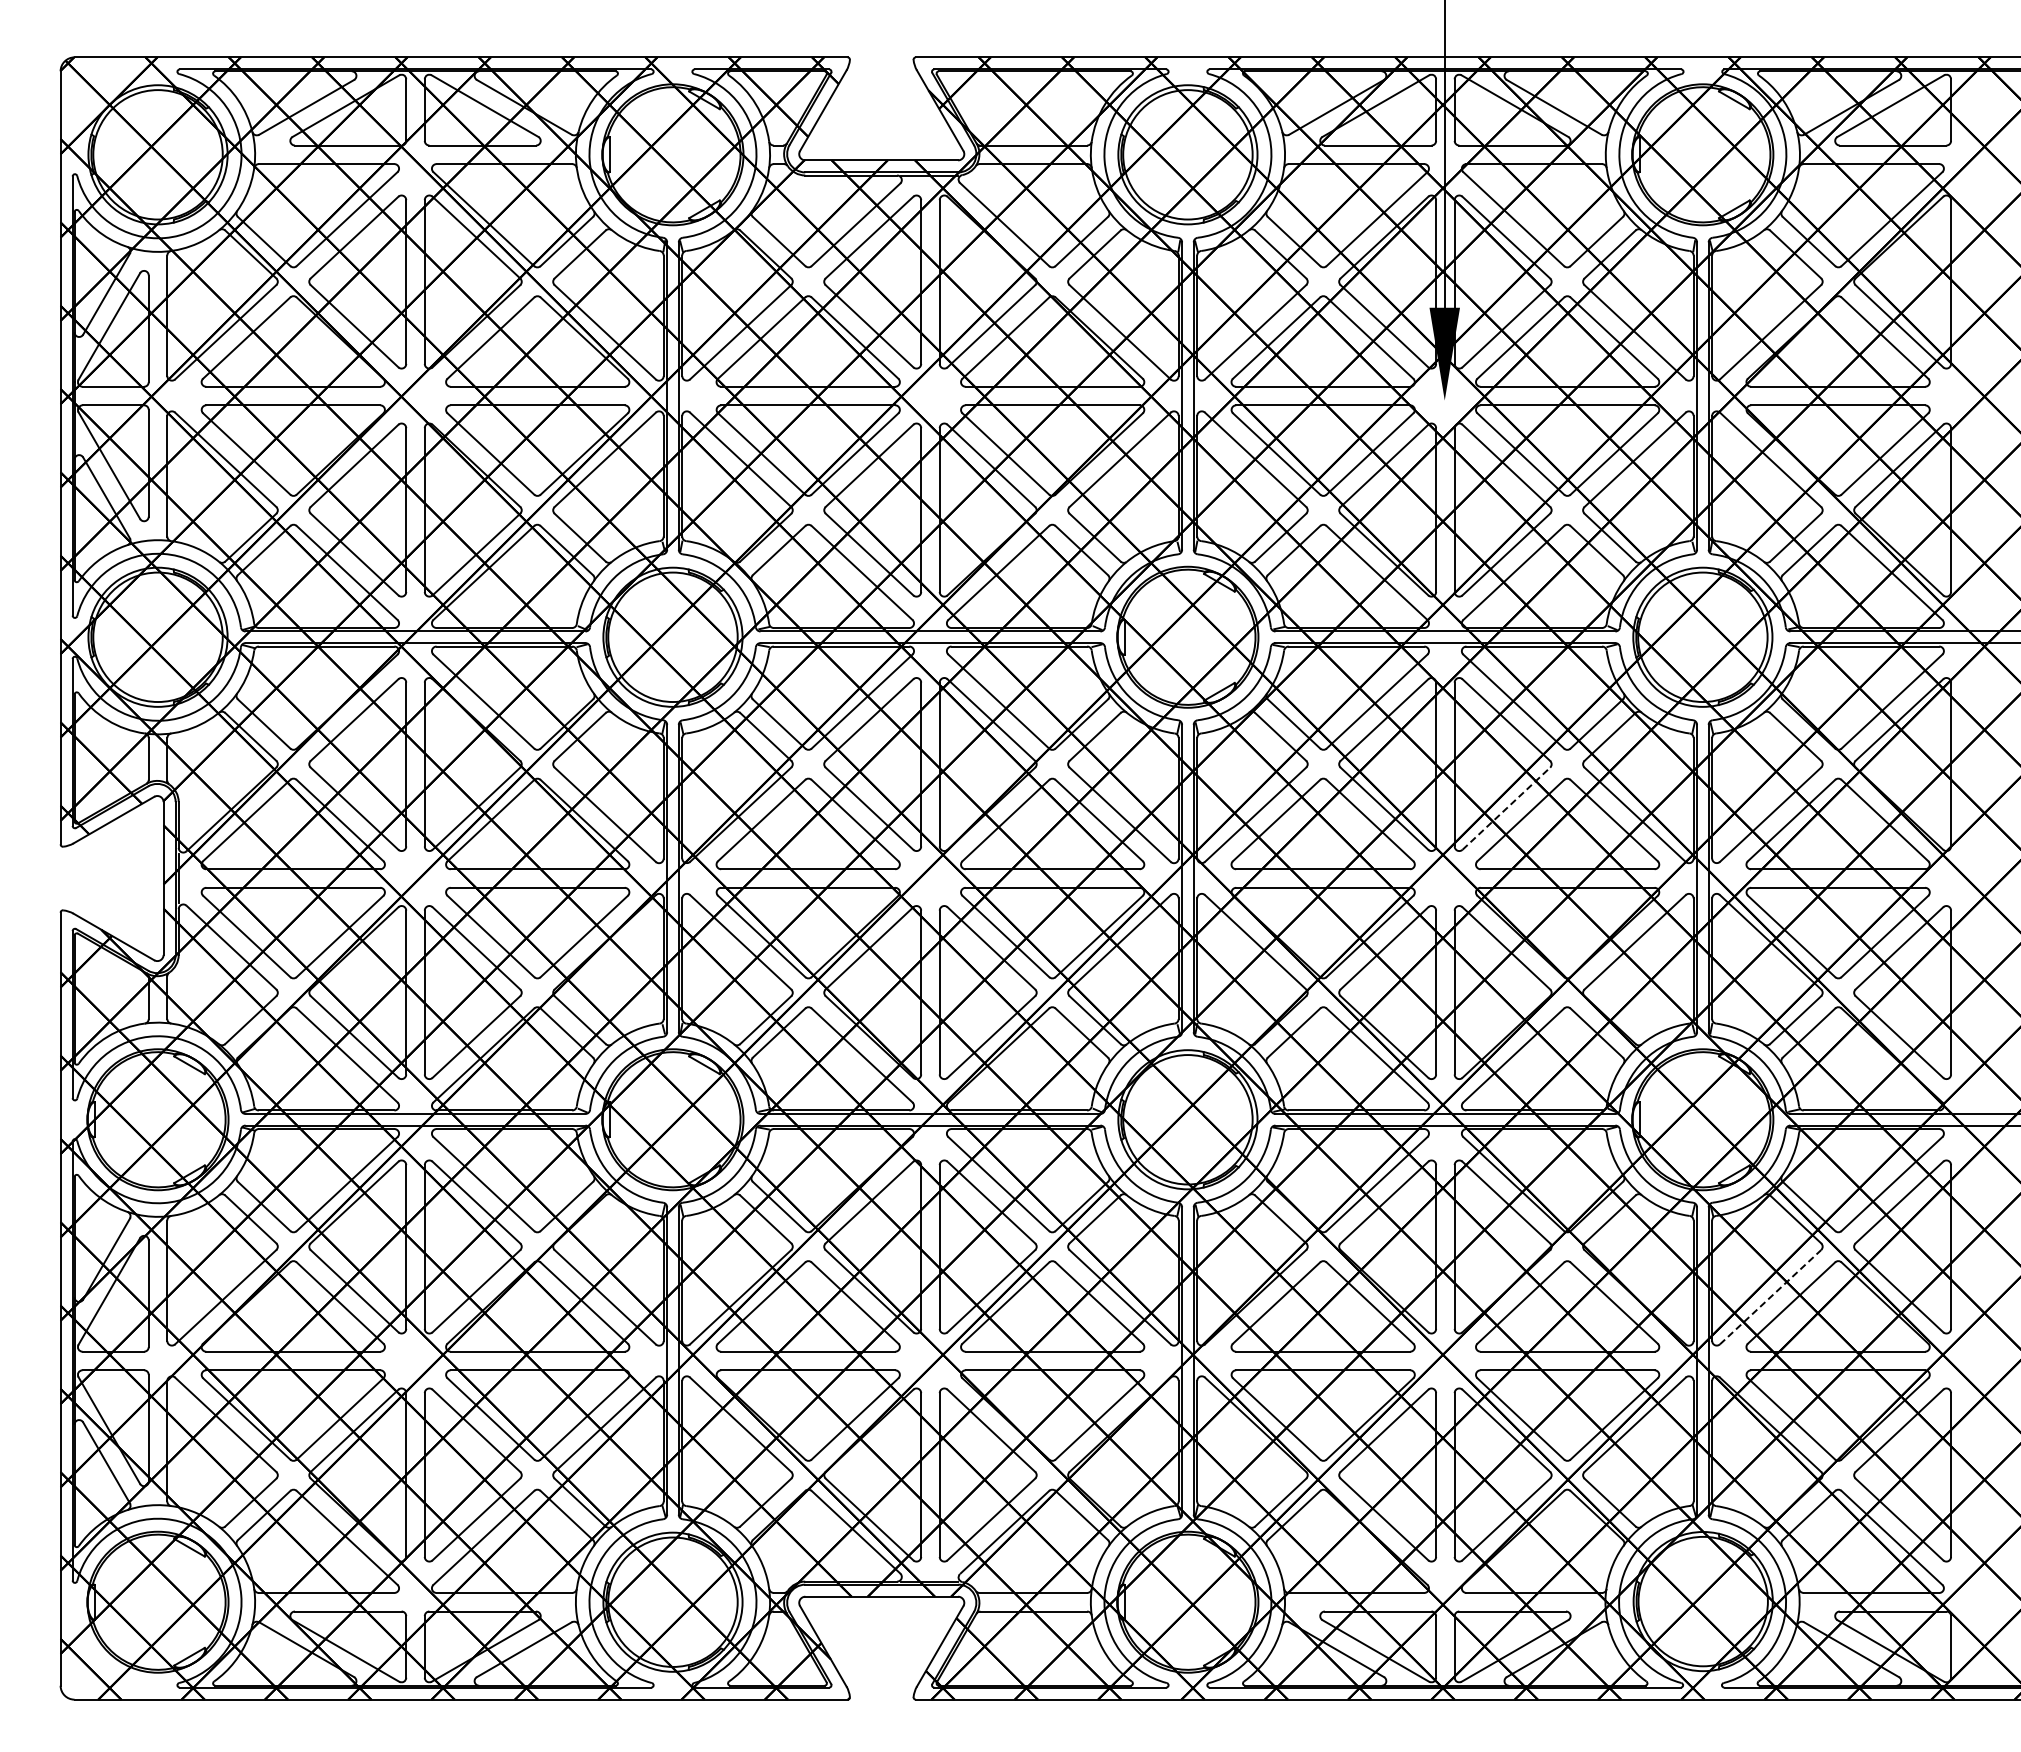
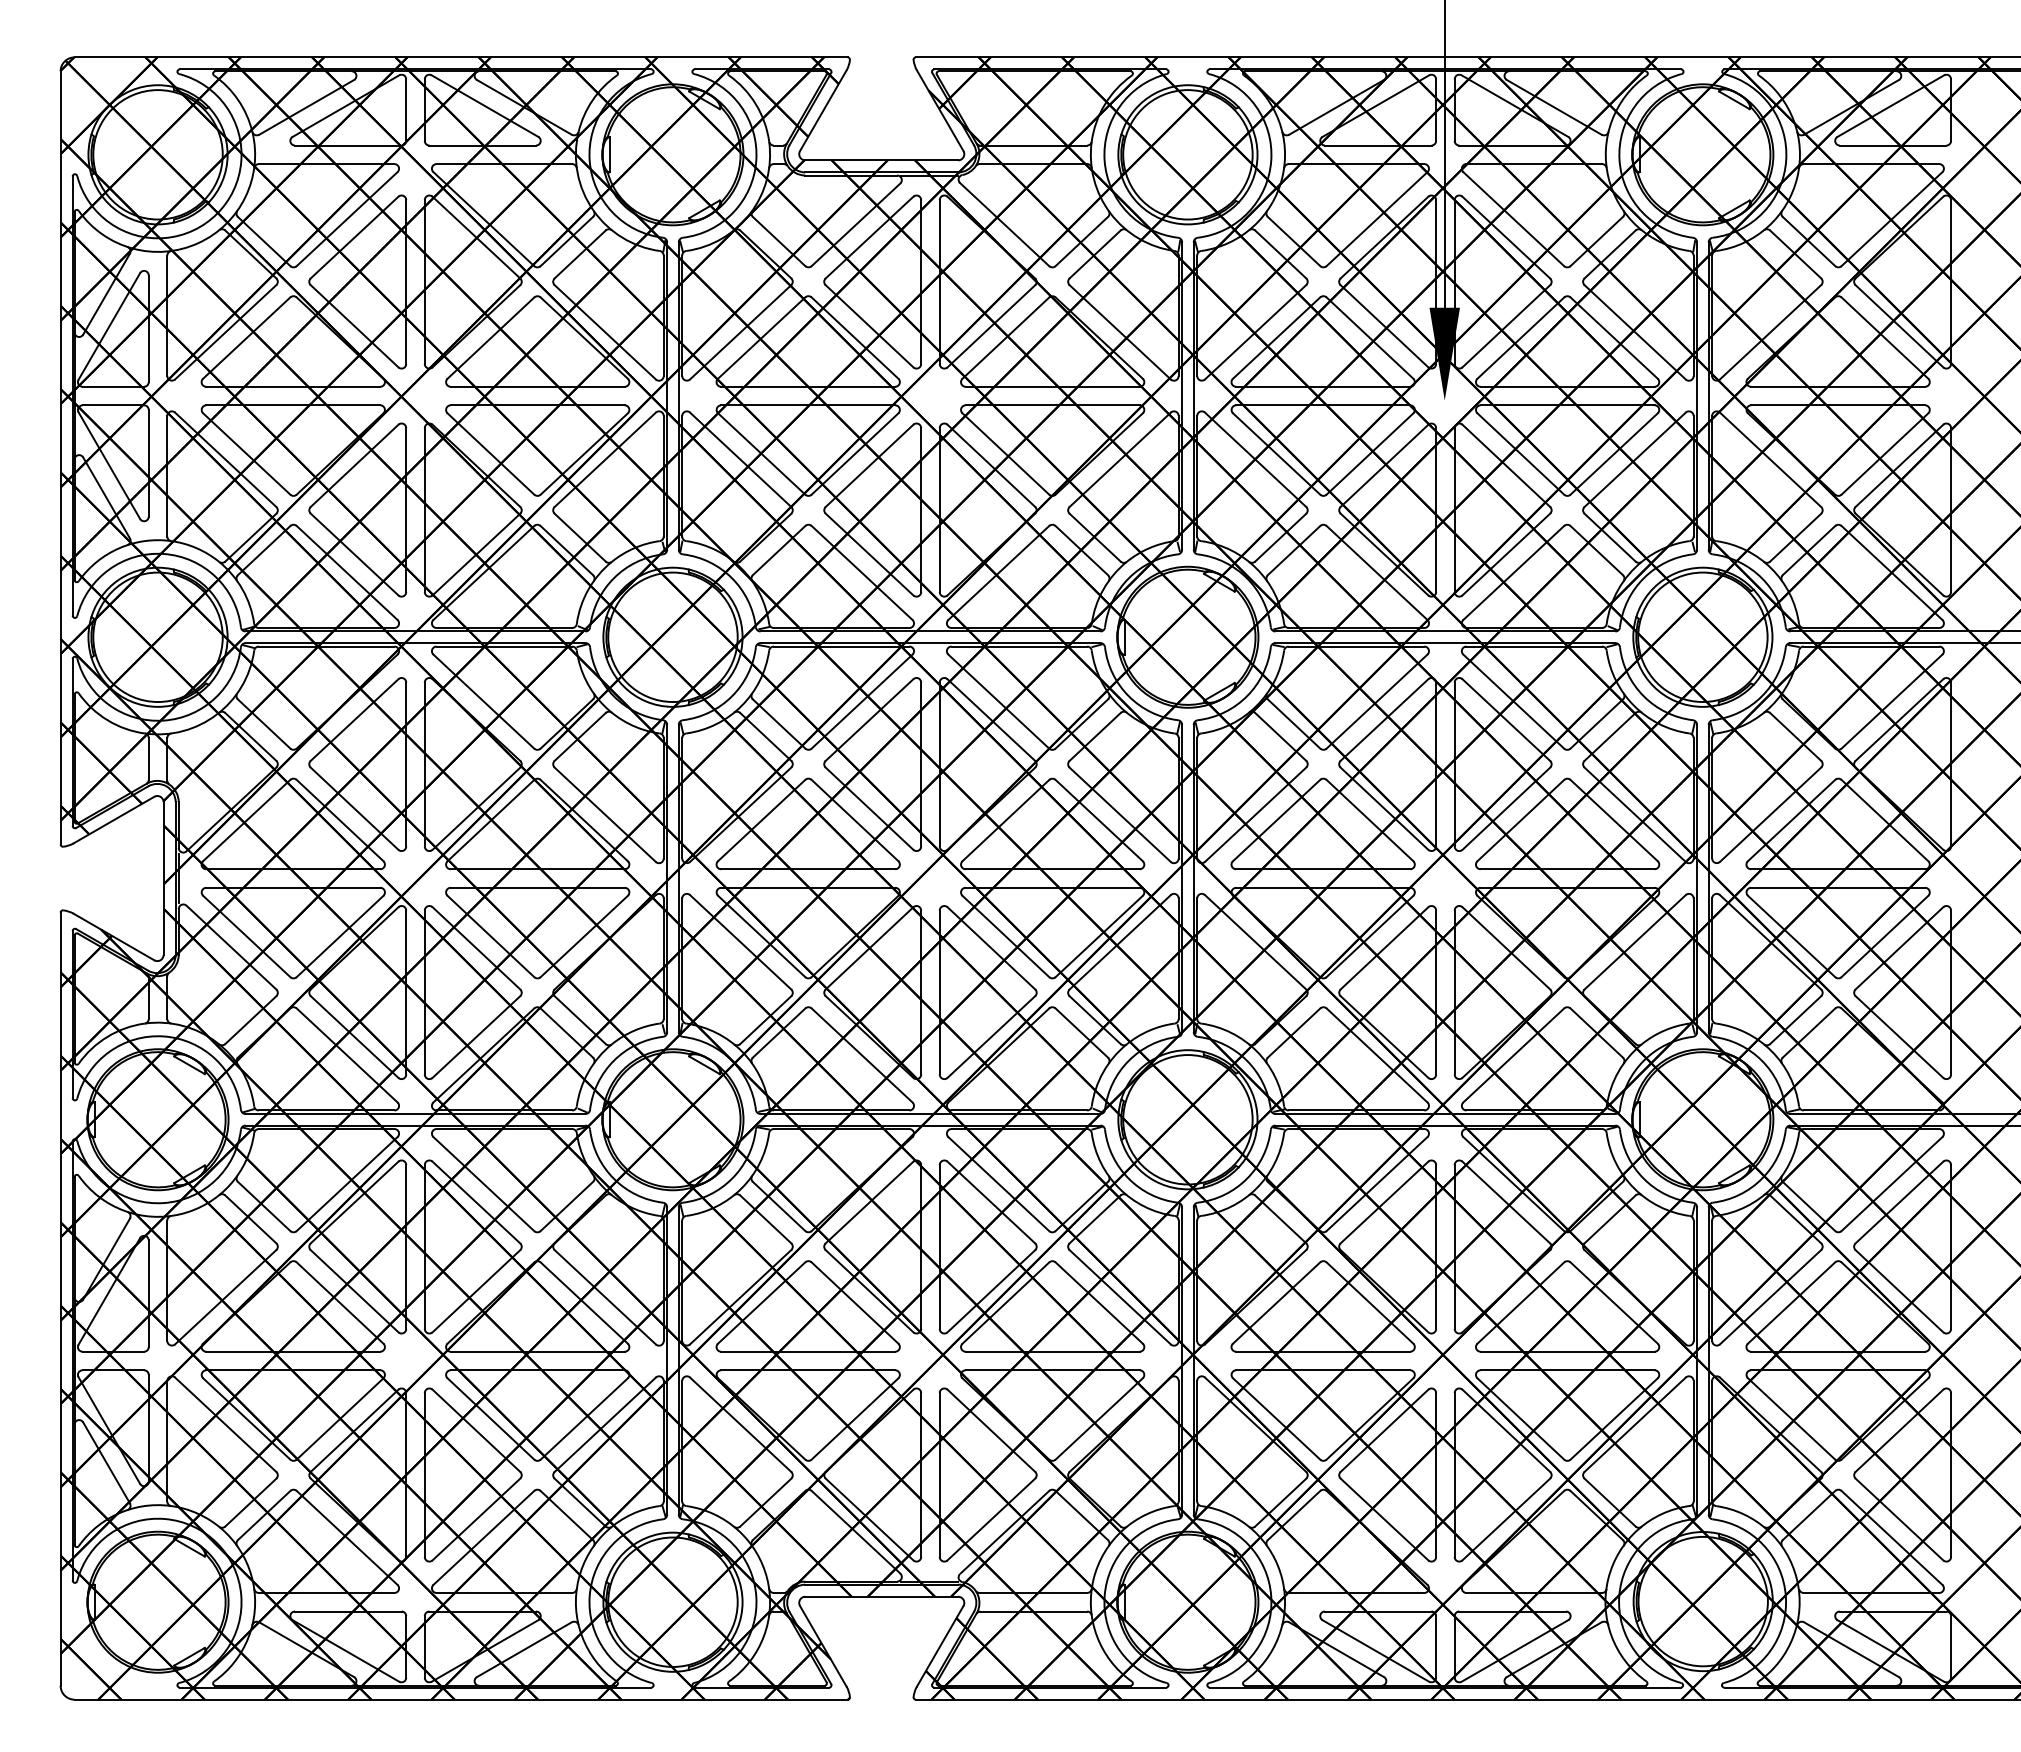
line at (1506, 808): dashed -> solid
line at (1770, 1296): dashed -> solid
